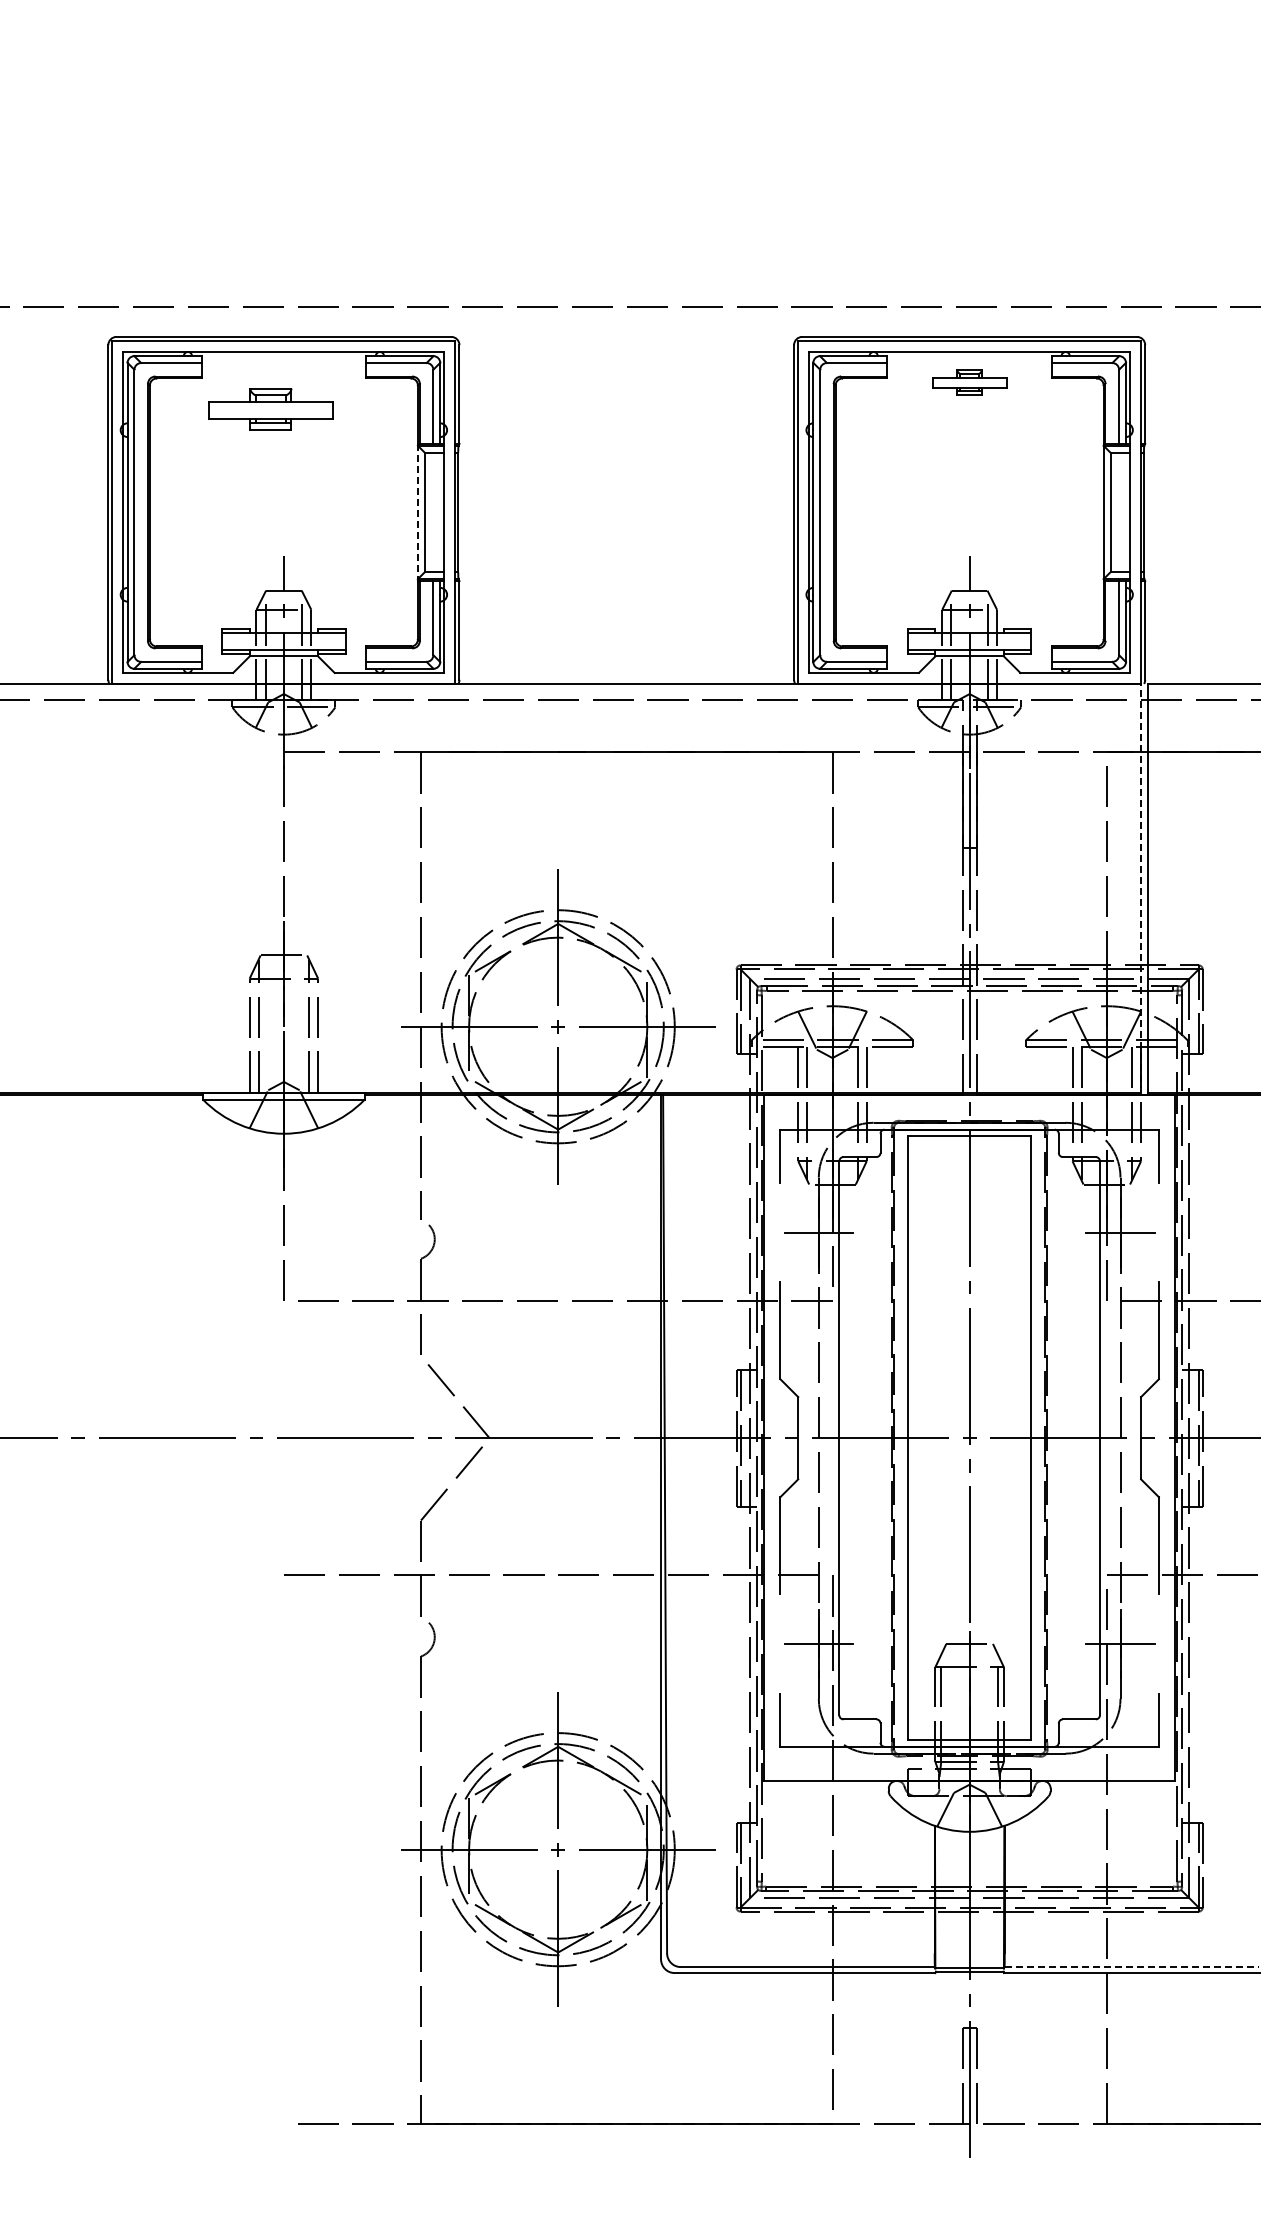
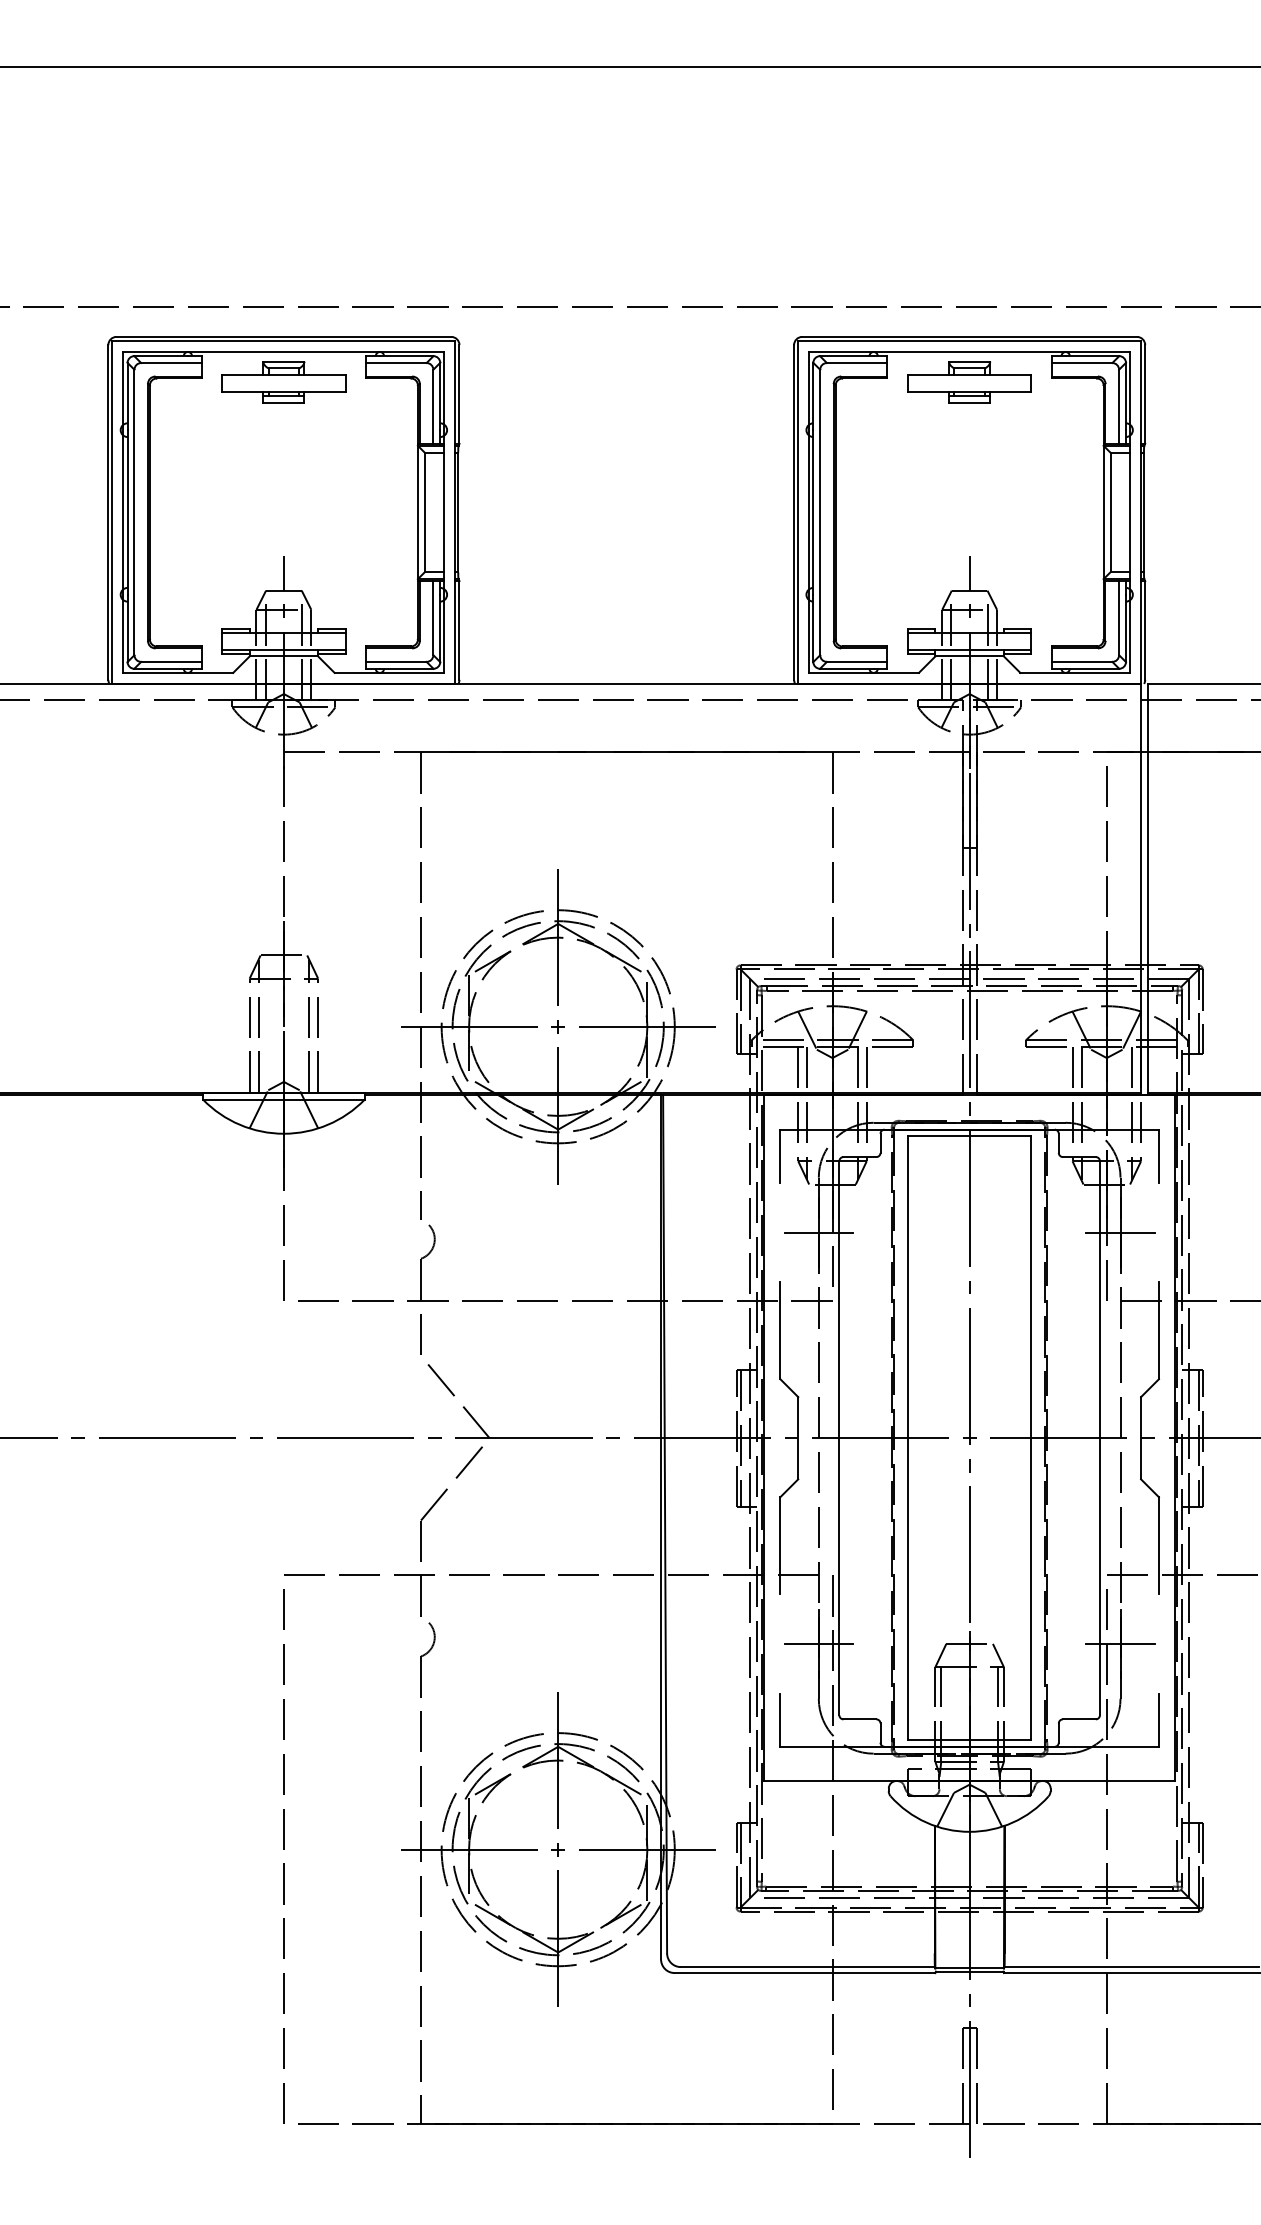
line at (629, 66): none -> present
part at (969, 382) size: 76x27 px -> 125x43 px
part at (270, 409) position: (270, 409) -> (283, 382)
line at (417, 512): dashed -> solid
line at (1141, 887): dashed -> solid
line at (283, 1849): none -> present
line at (1132, 1967): dashed -> solid
